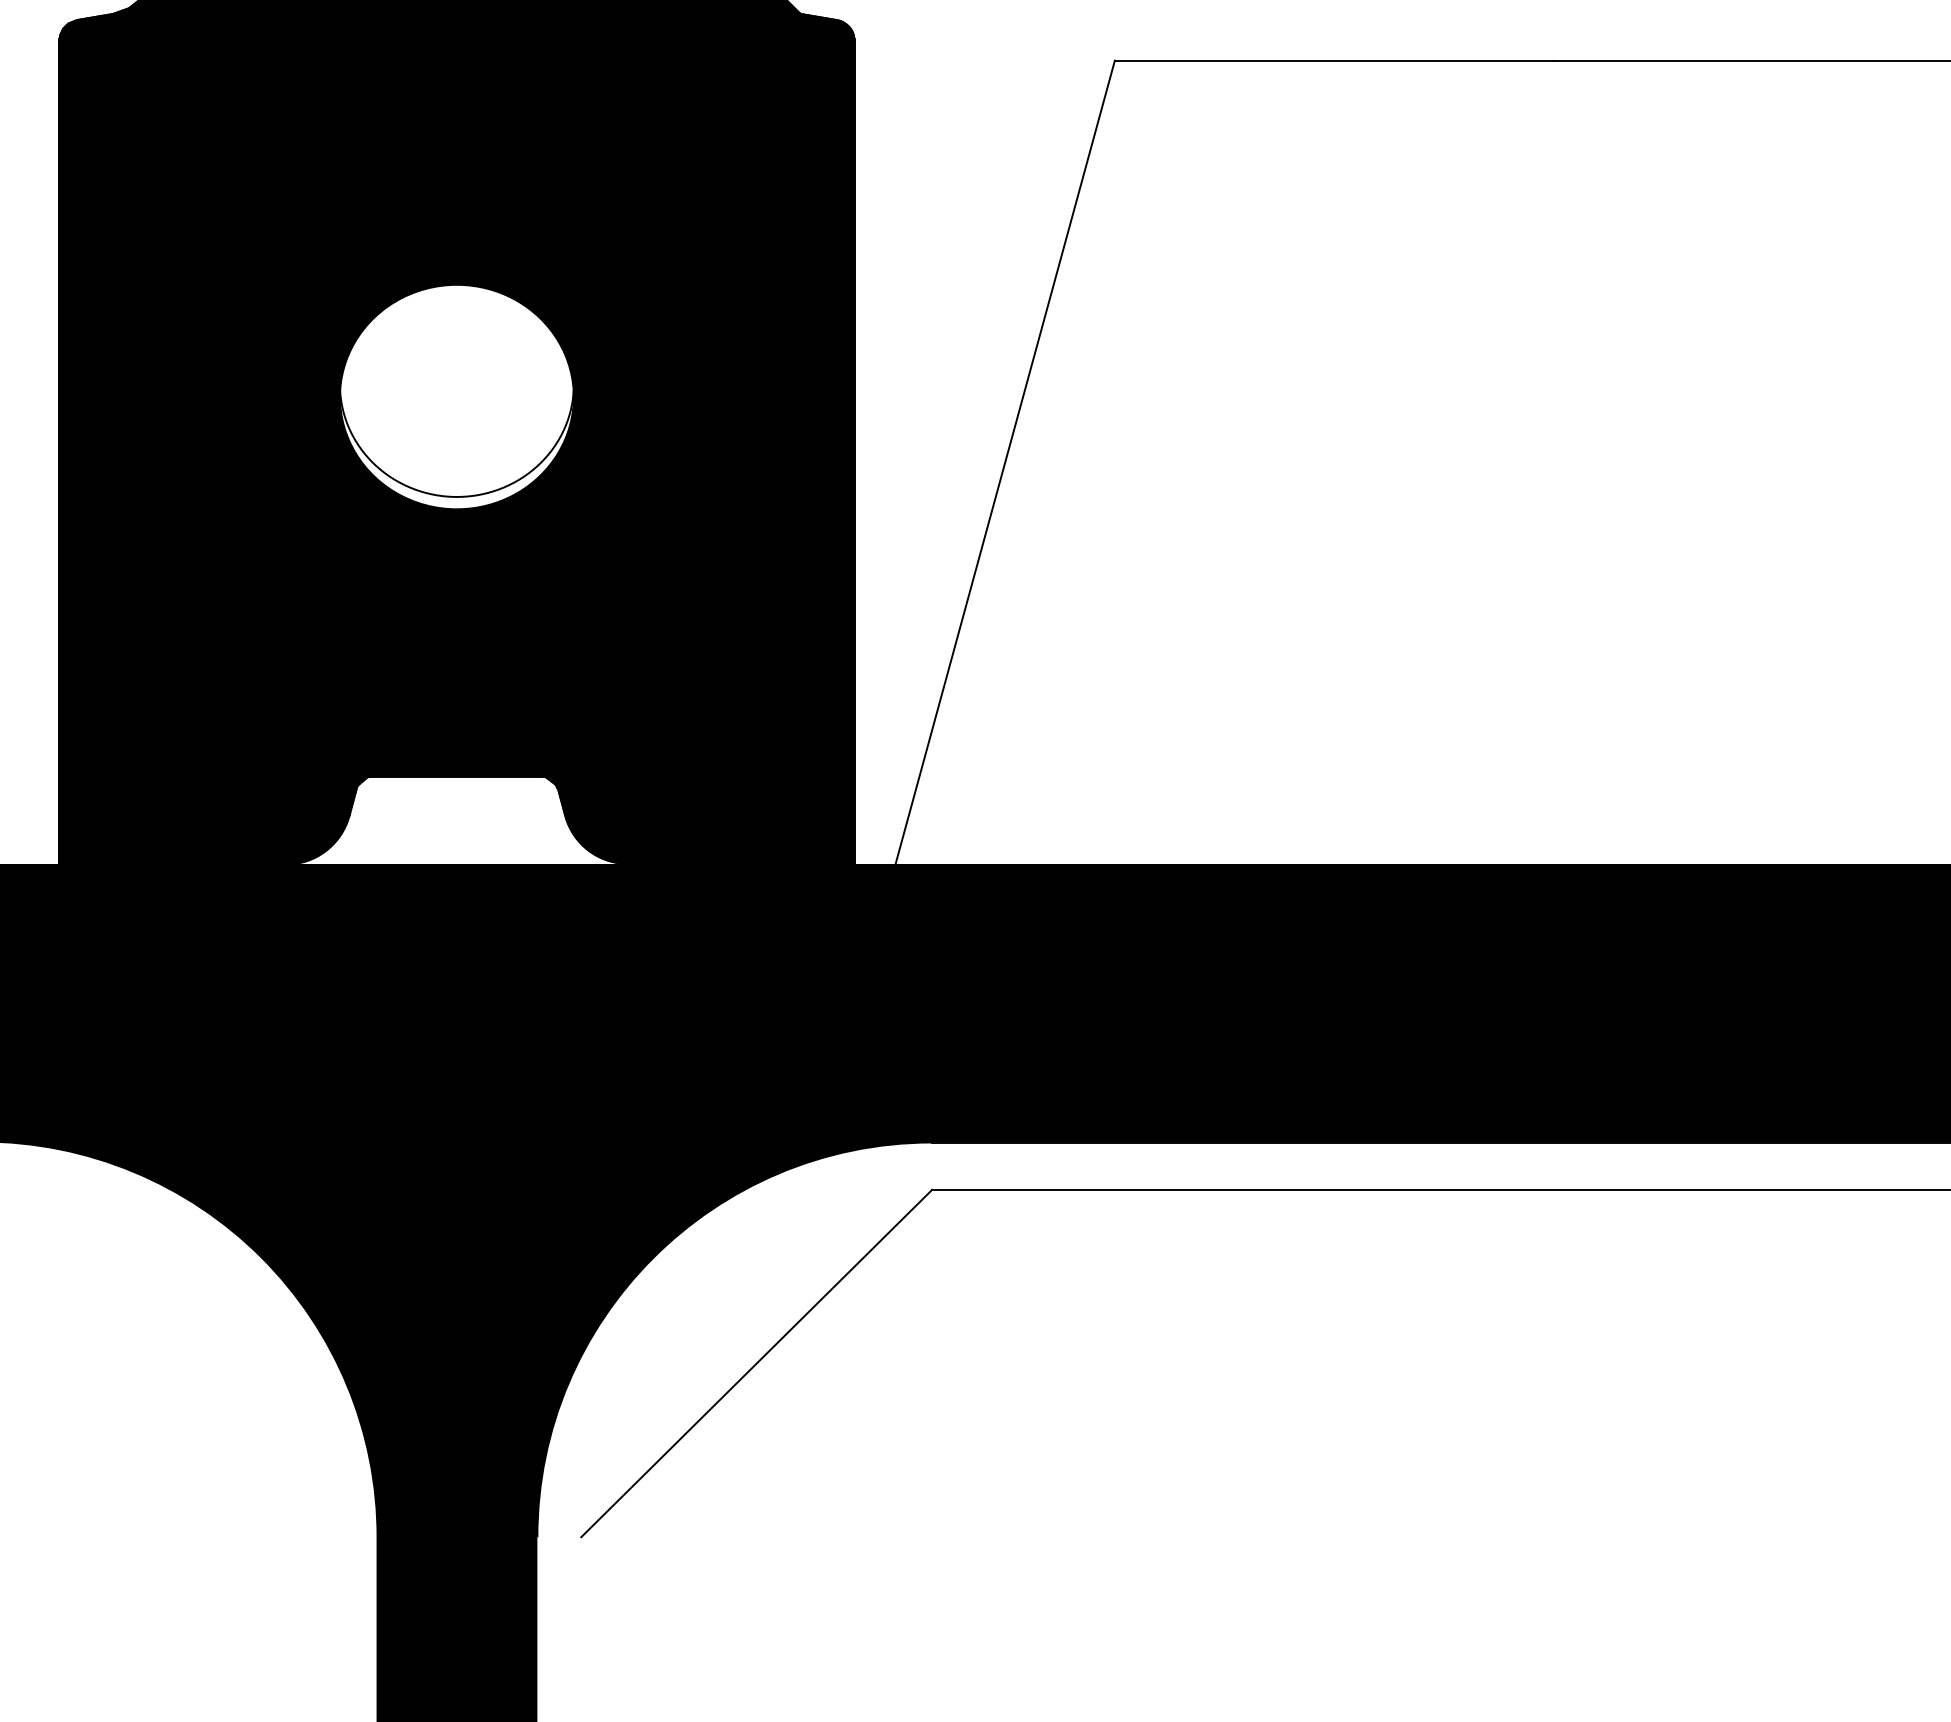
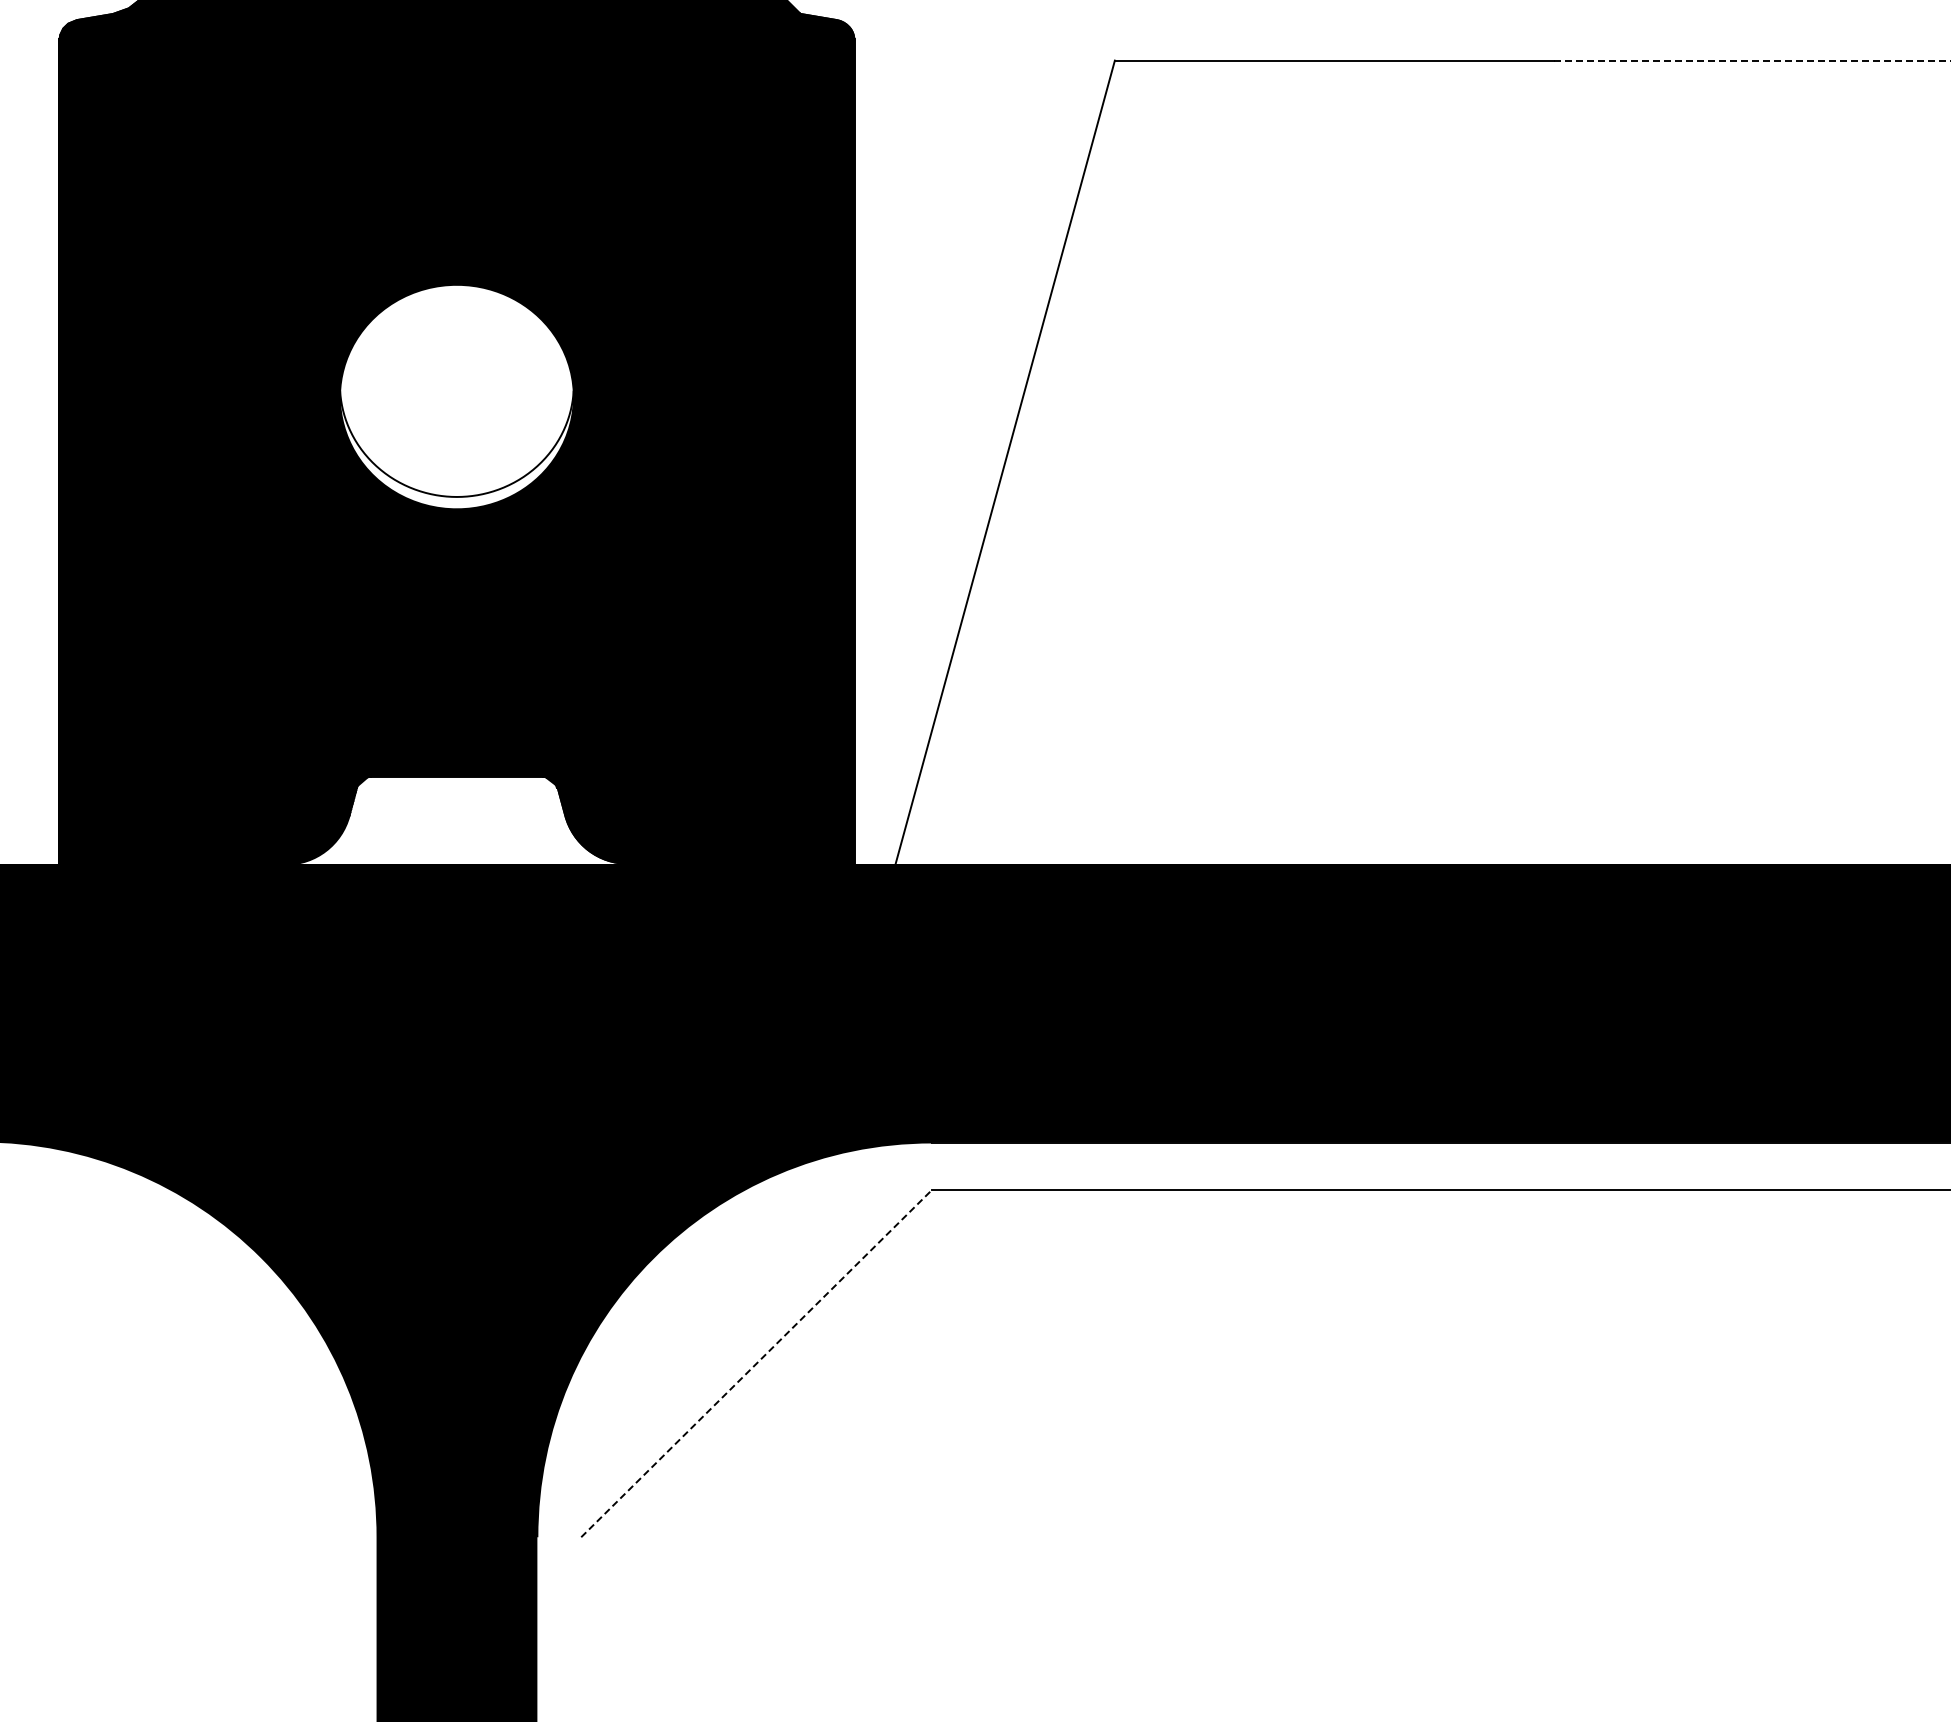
line at (1752, 60): solid -> dashed
line at (756, 1363): solid -> dashed
